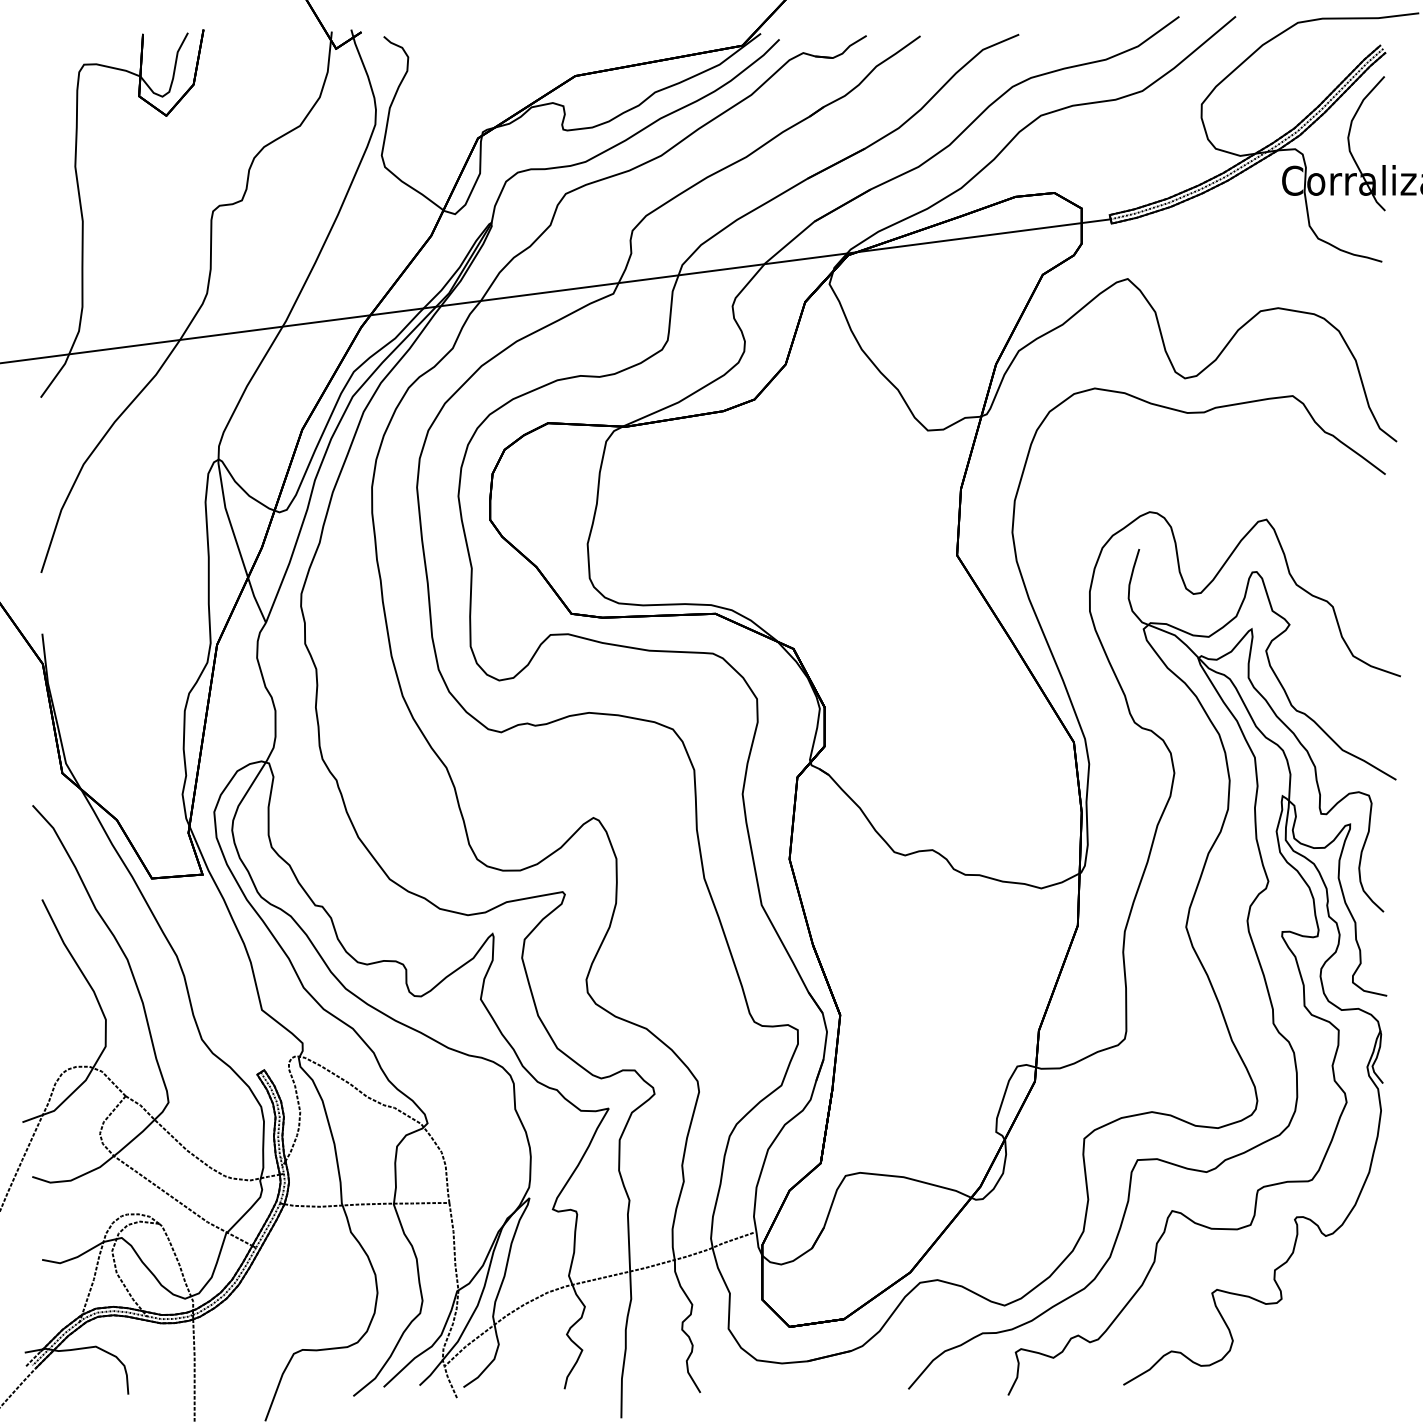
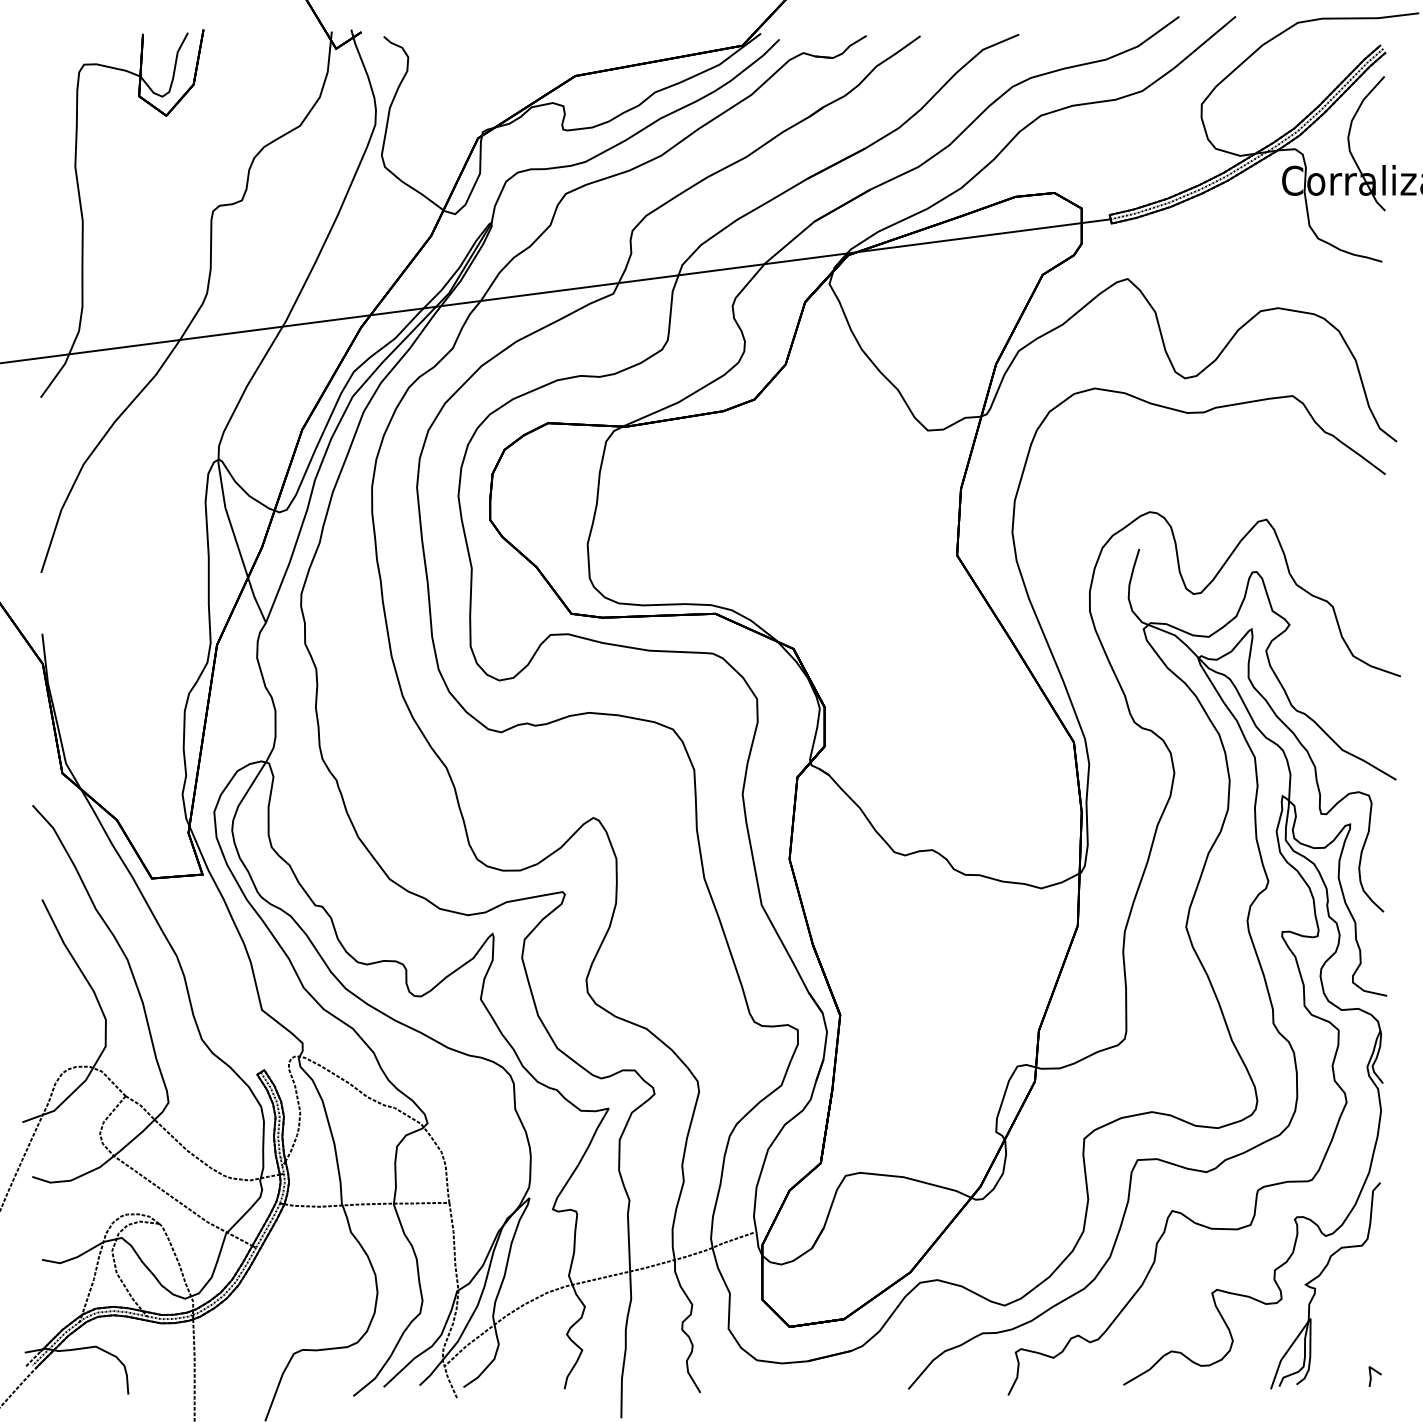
part at (1316, 1288): none -> present
